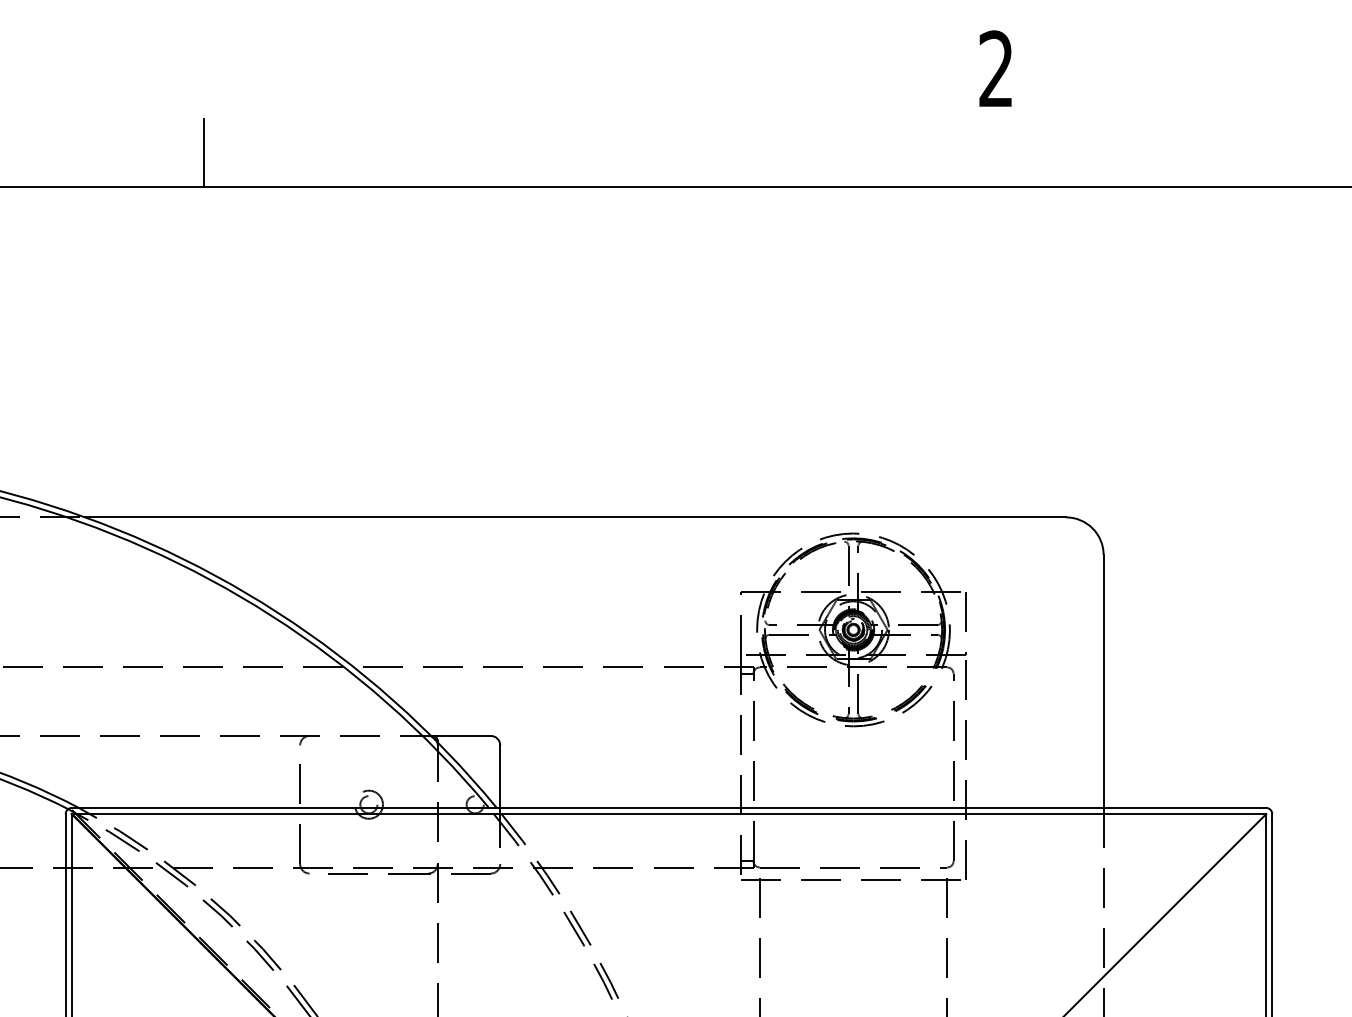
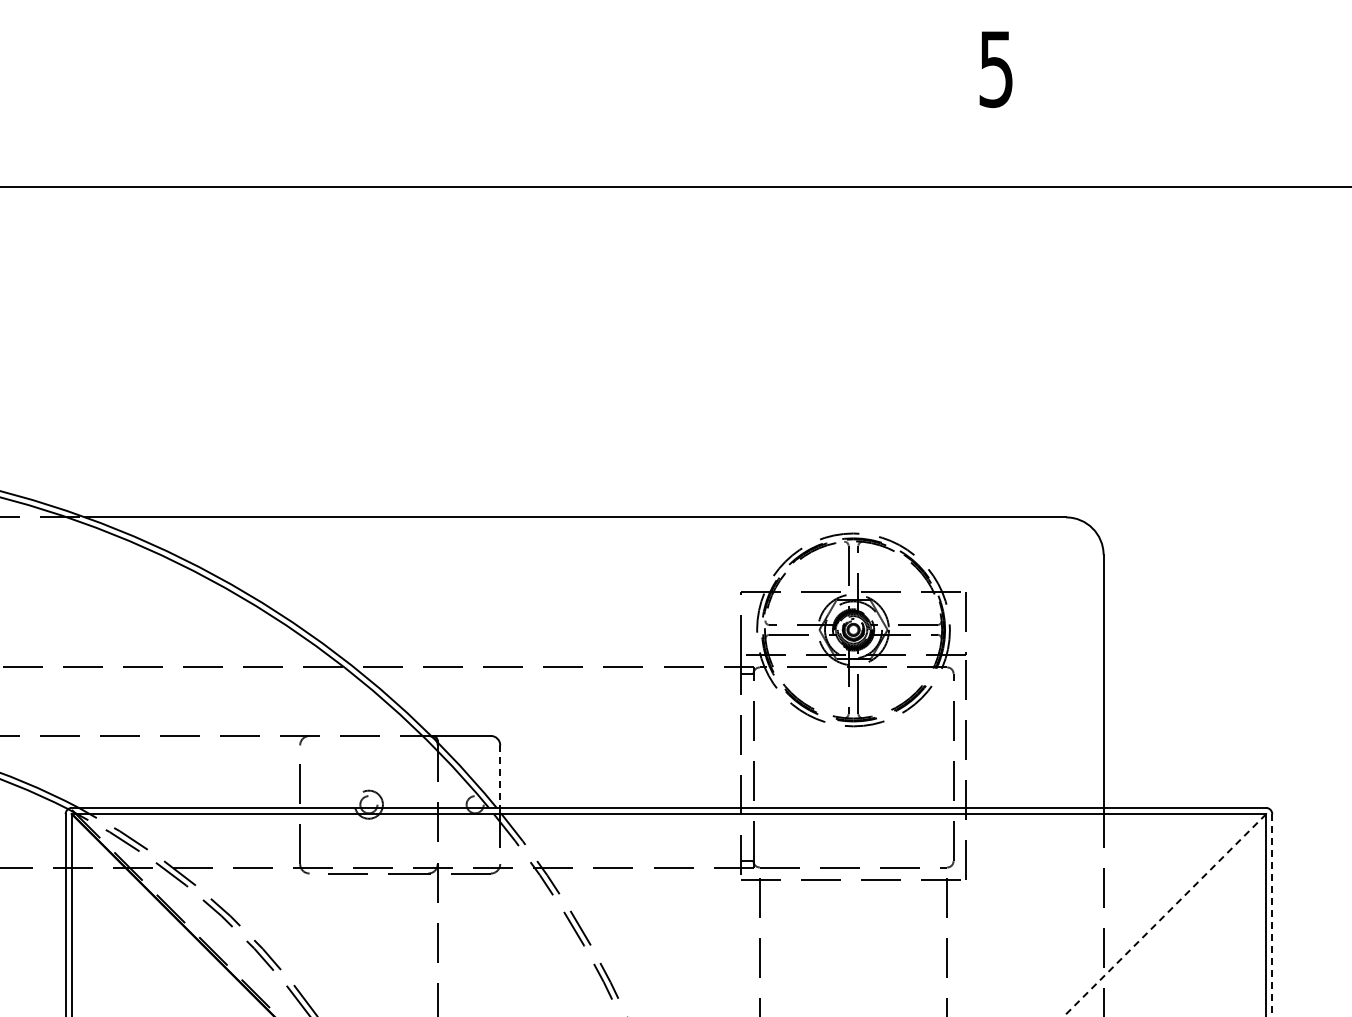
text at (995, 69): 2 -> 5
line at (204, 153): present -> none
line at (500, 777): solid -> dashed
line at (1164, 915): solid -> dashed
line at (1272, 916): solid -> dashed
